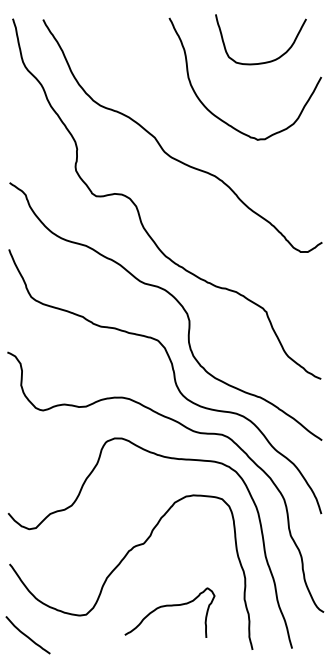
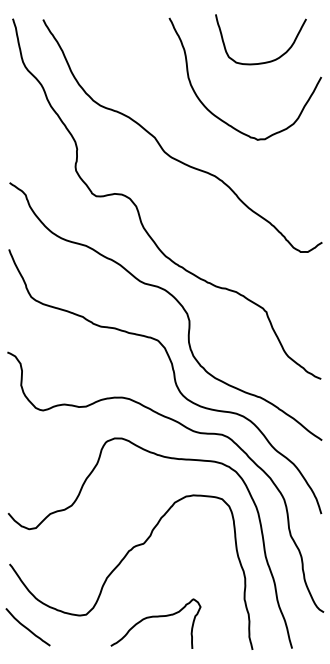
curve at (169, 606) position: (169, 606) -> (155, 617)
curve at (27, 635) position: (27, 635) -> (27, 627)
